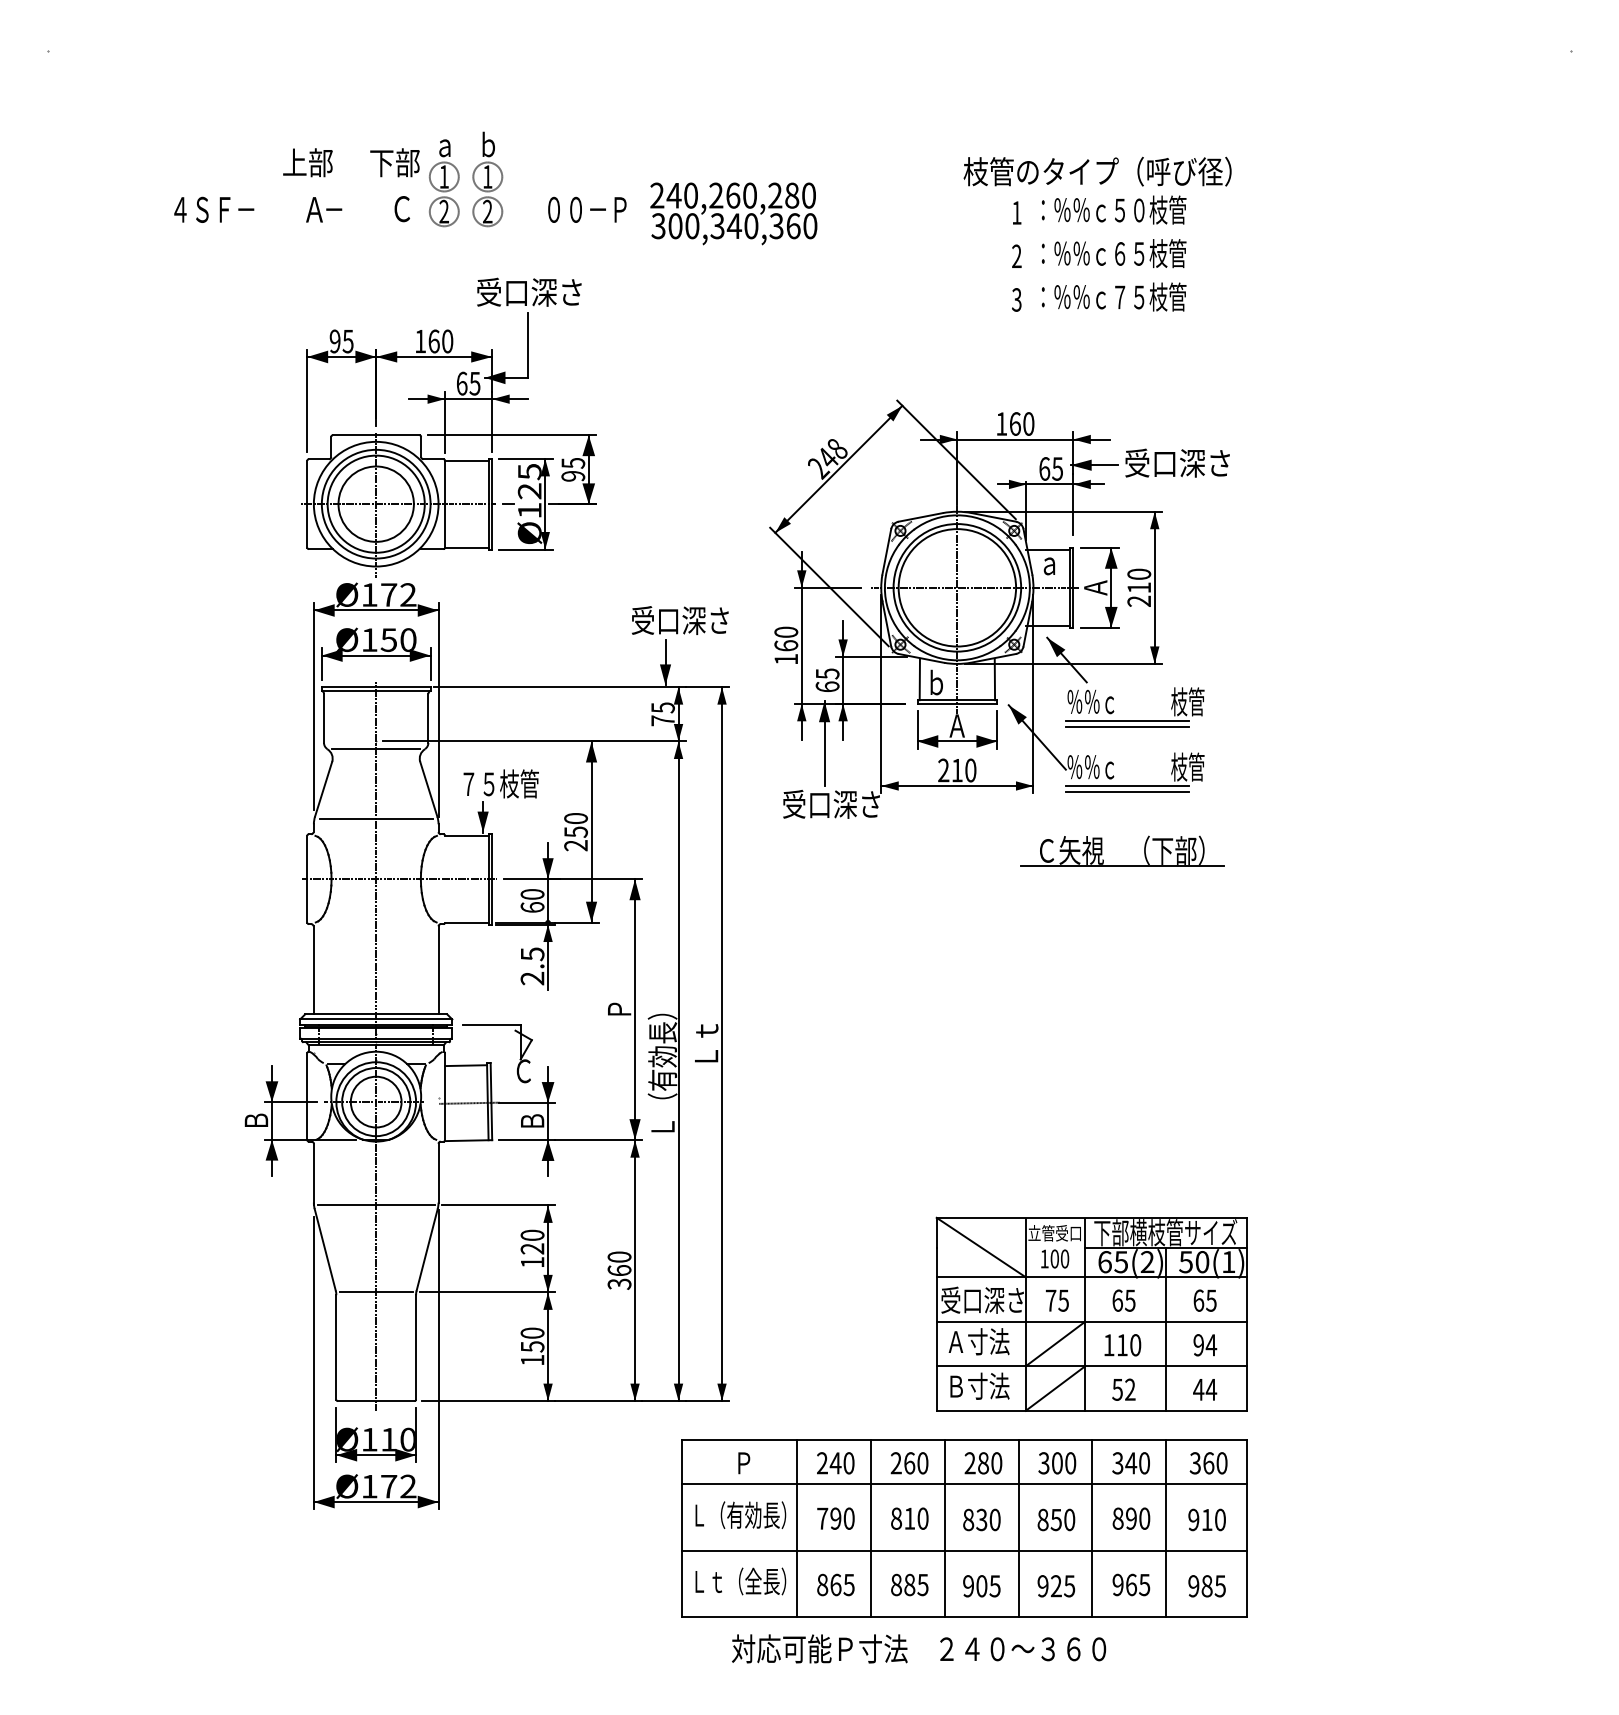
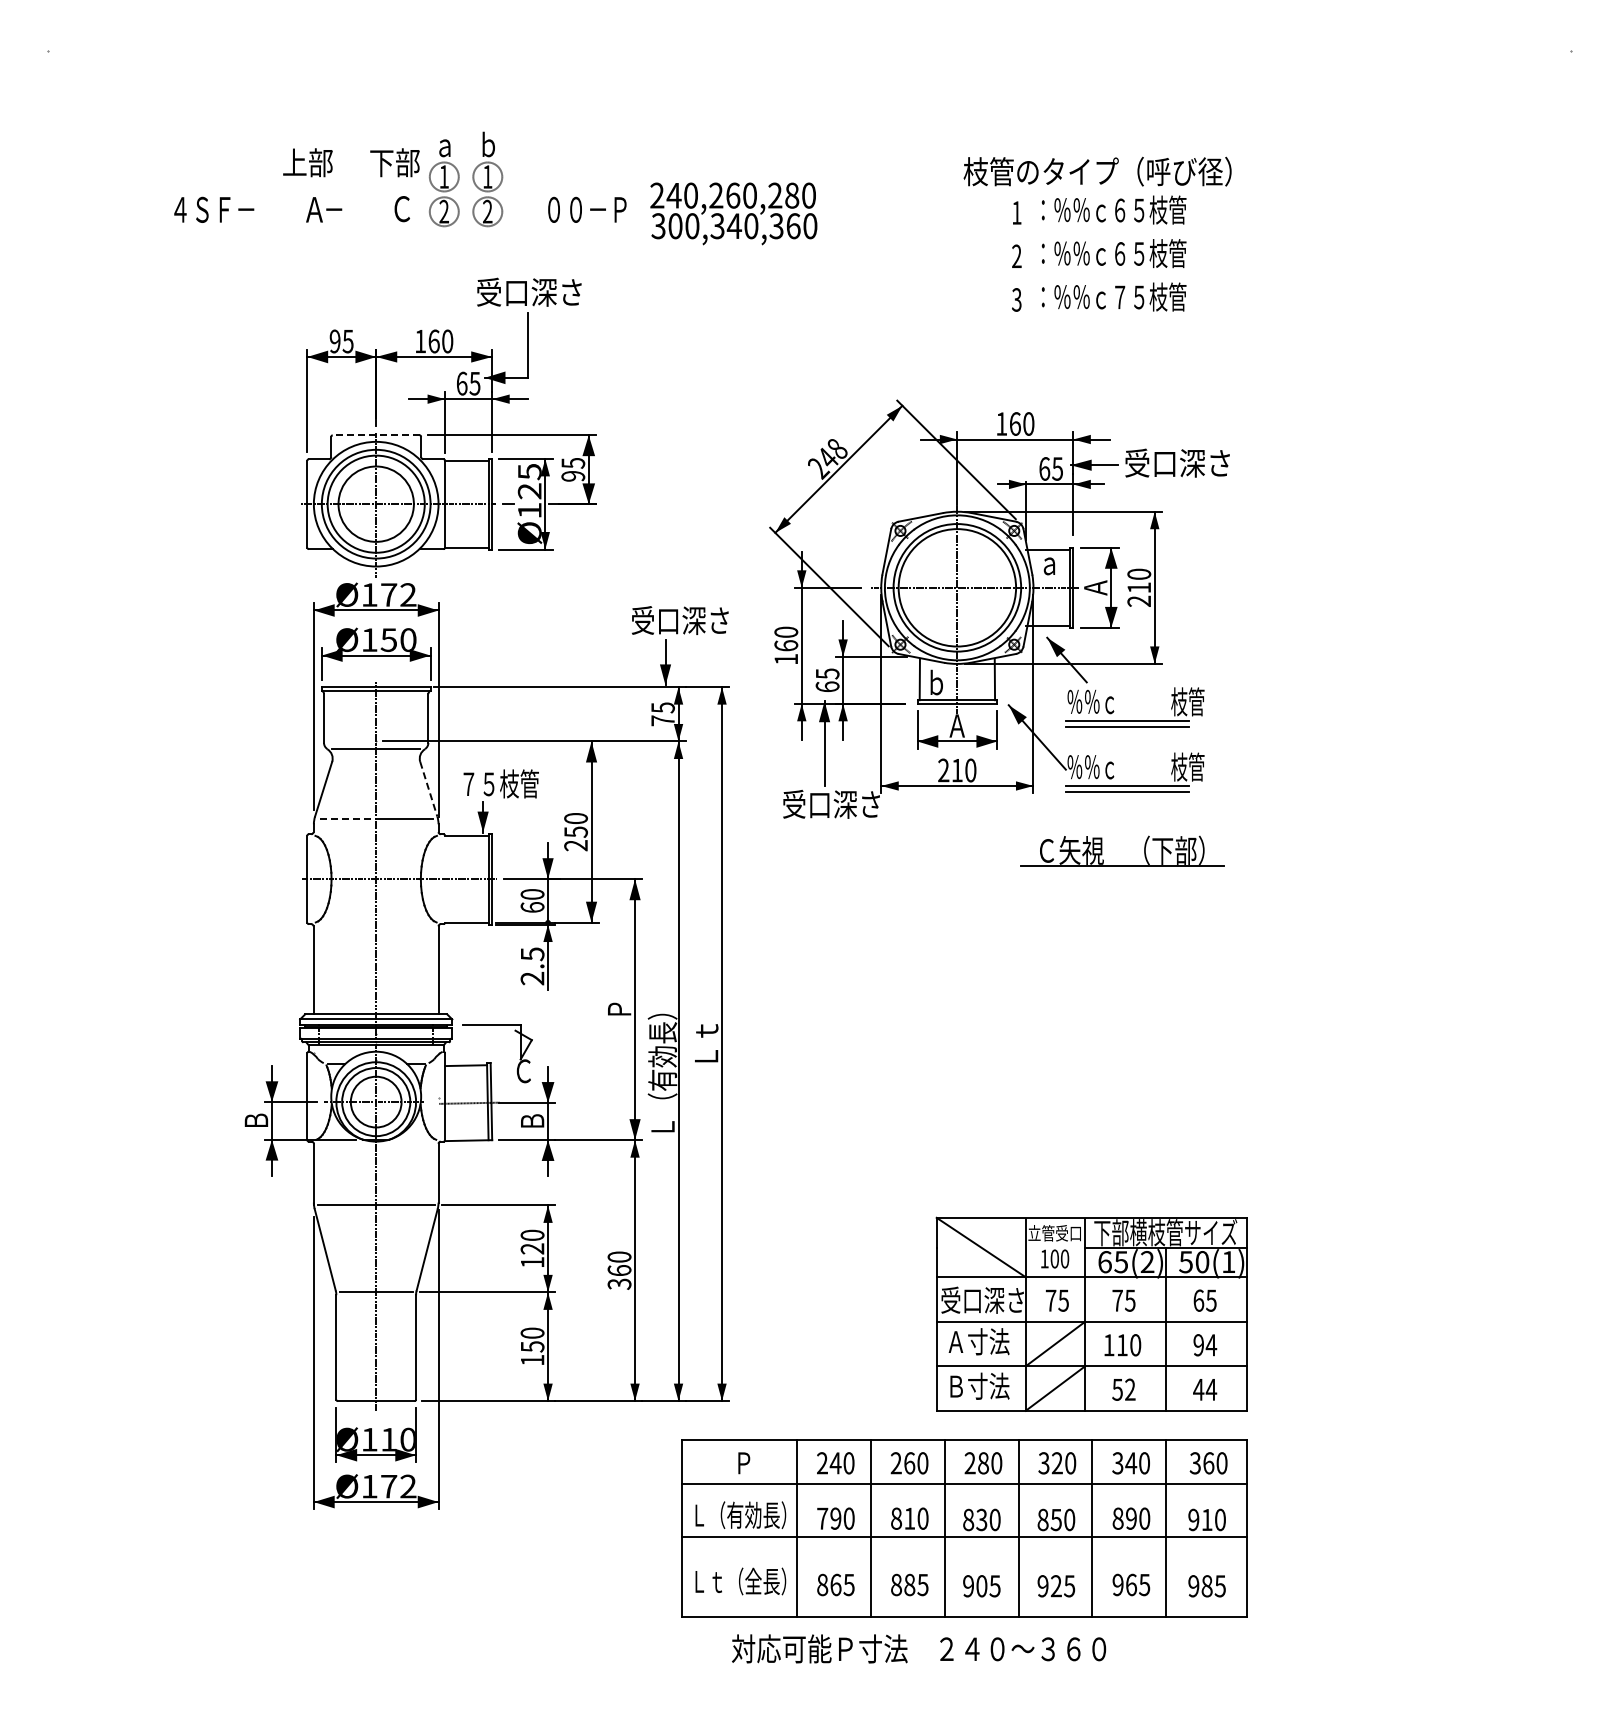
text at (1129, 210): ：％％ｃ５０枝管 -> ：％％ｃ６５枝管
line at (375, 435): solid -> dashed
line at (428, 789): solid -> dashed
line at (348, 819): solid -> dashed
text at (1117, 1300): 65 -> 75
text at (1056, 1463): 300 -> 320
line at (964, 1550) position: (964, 1550) -> (964, 1536)
